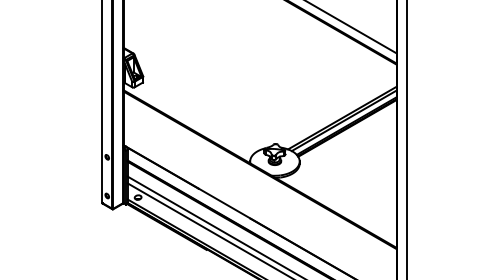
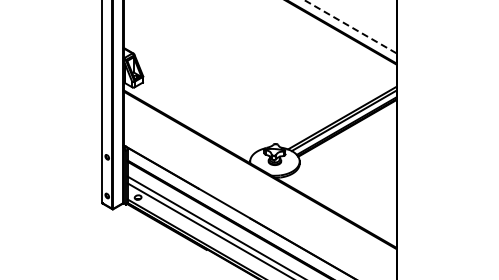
line at (350, 26): solid -> dashed
line at (406, 139): present -> none
